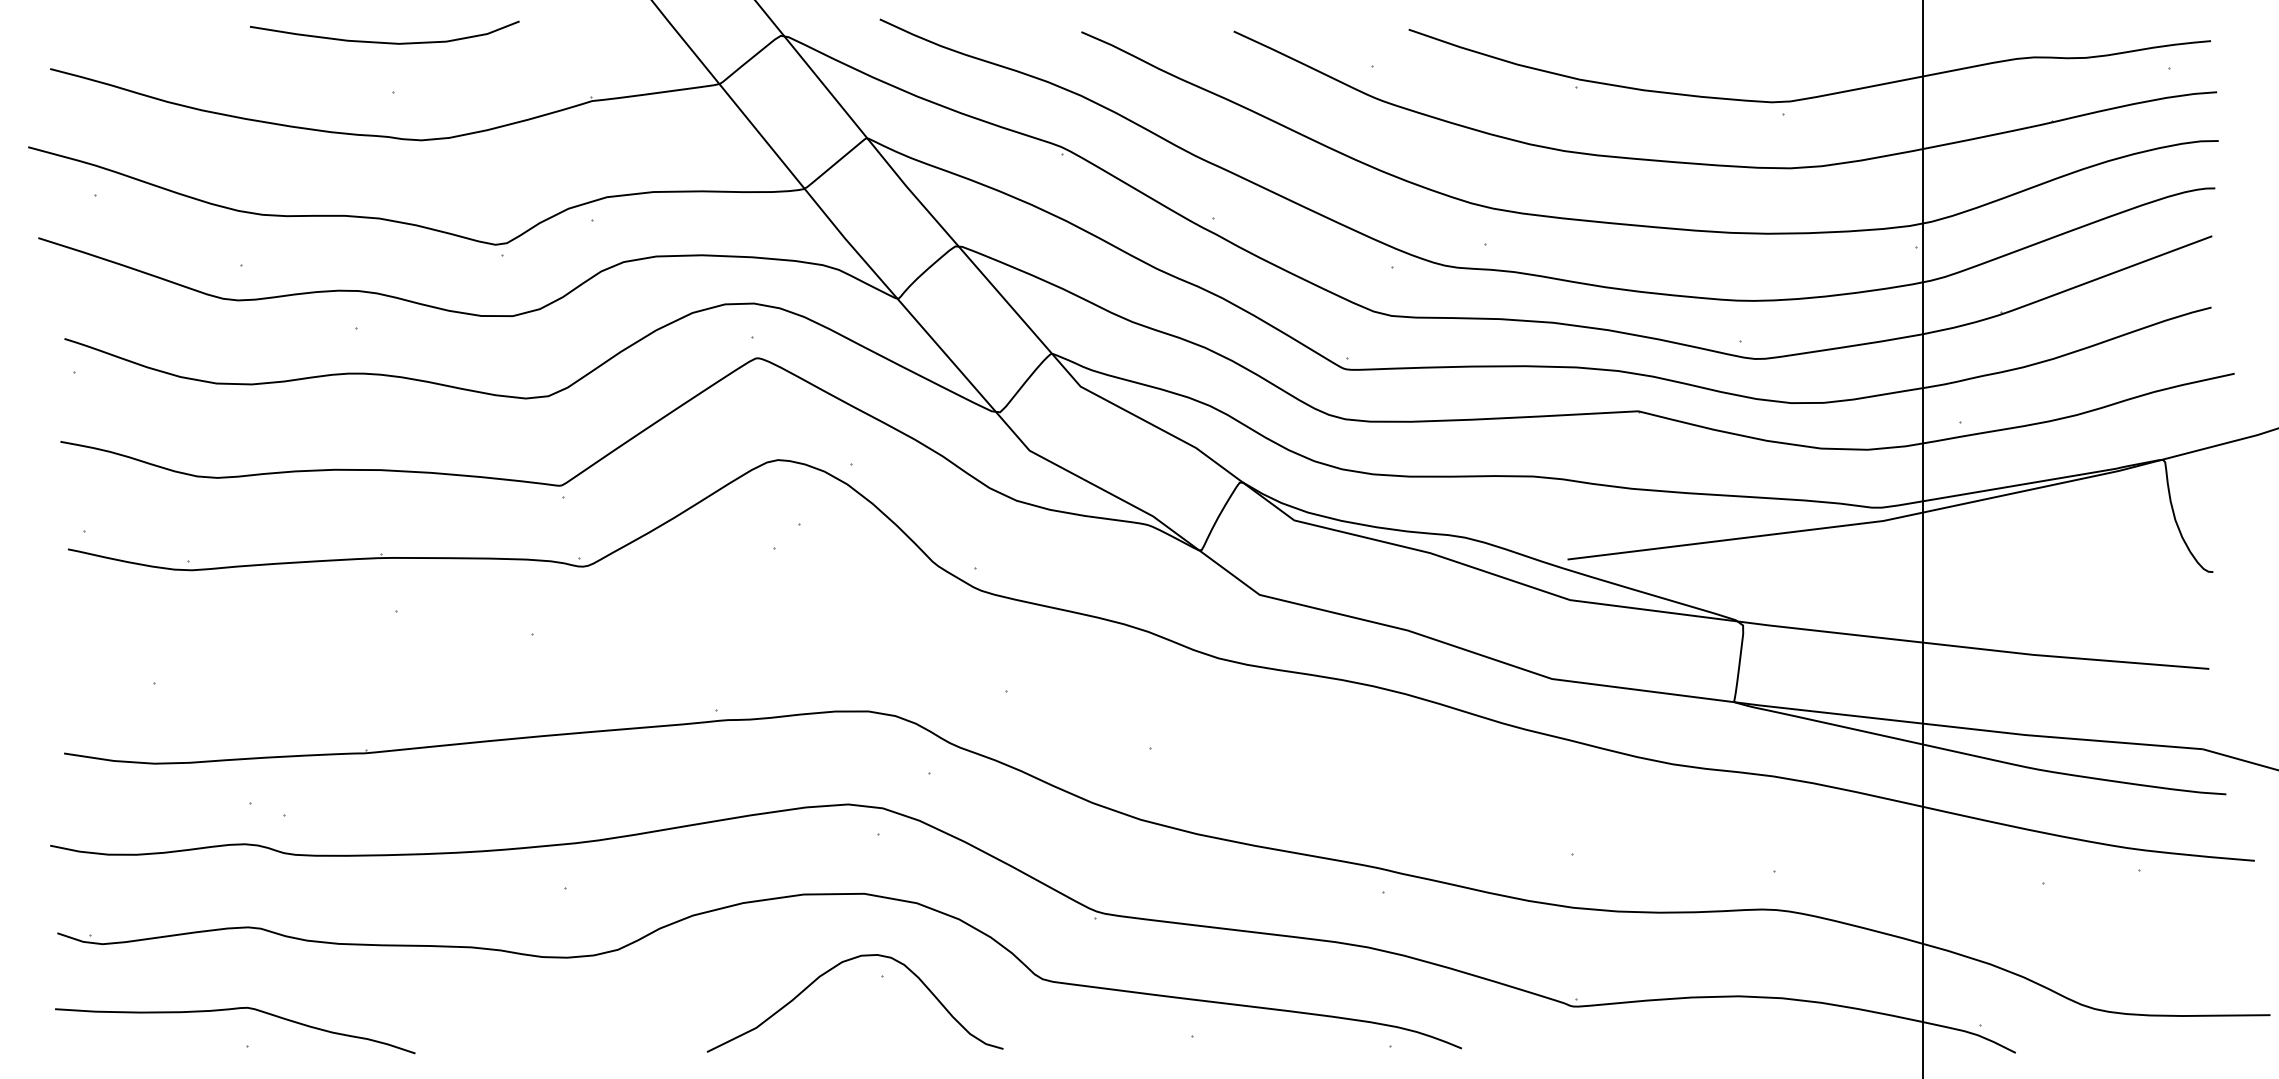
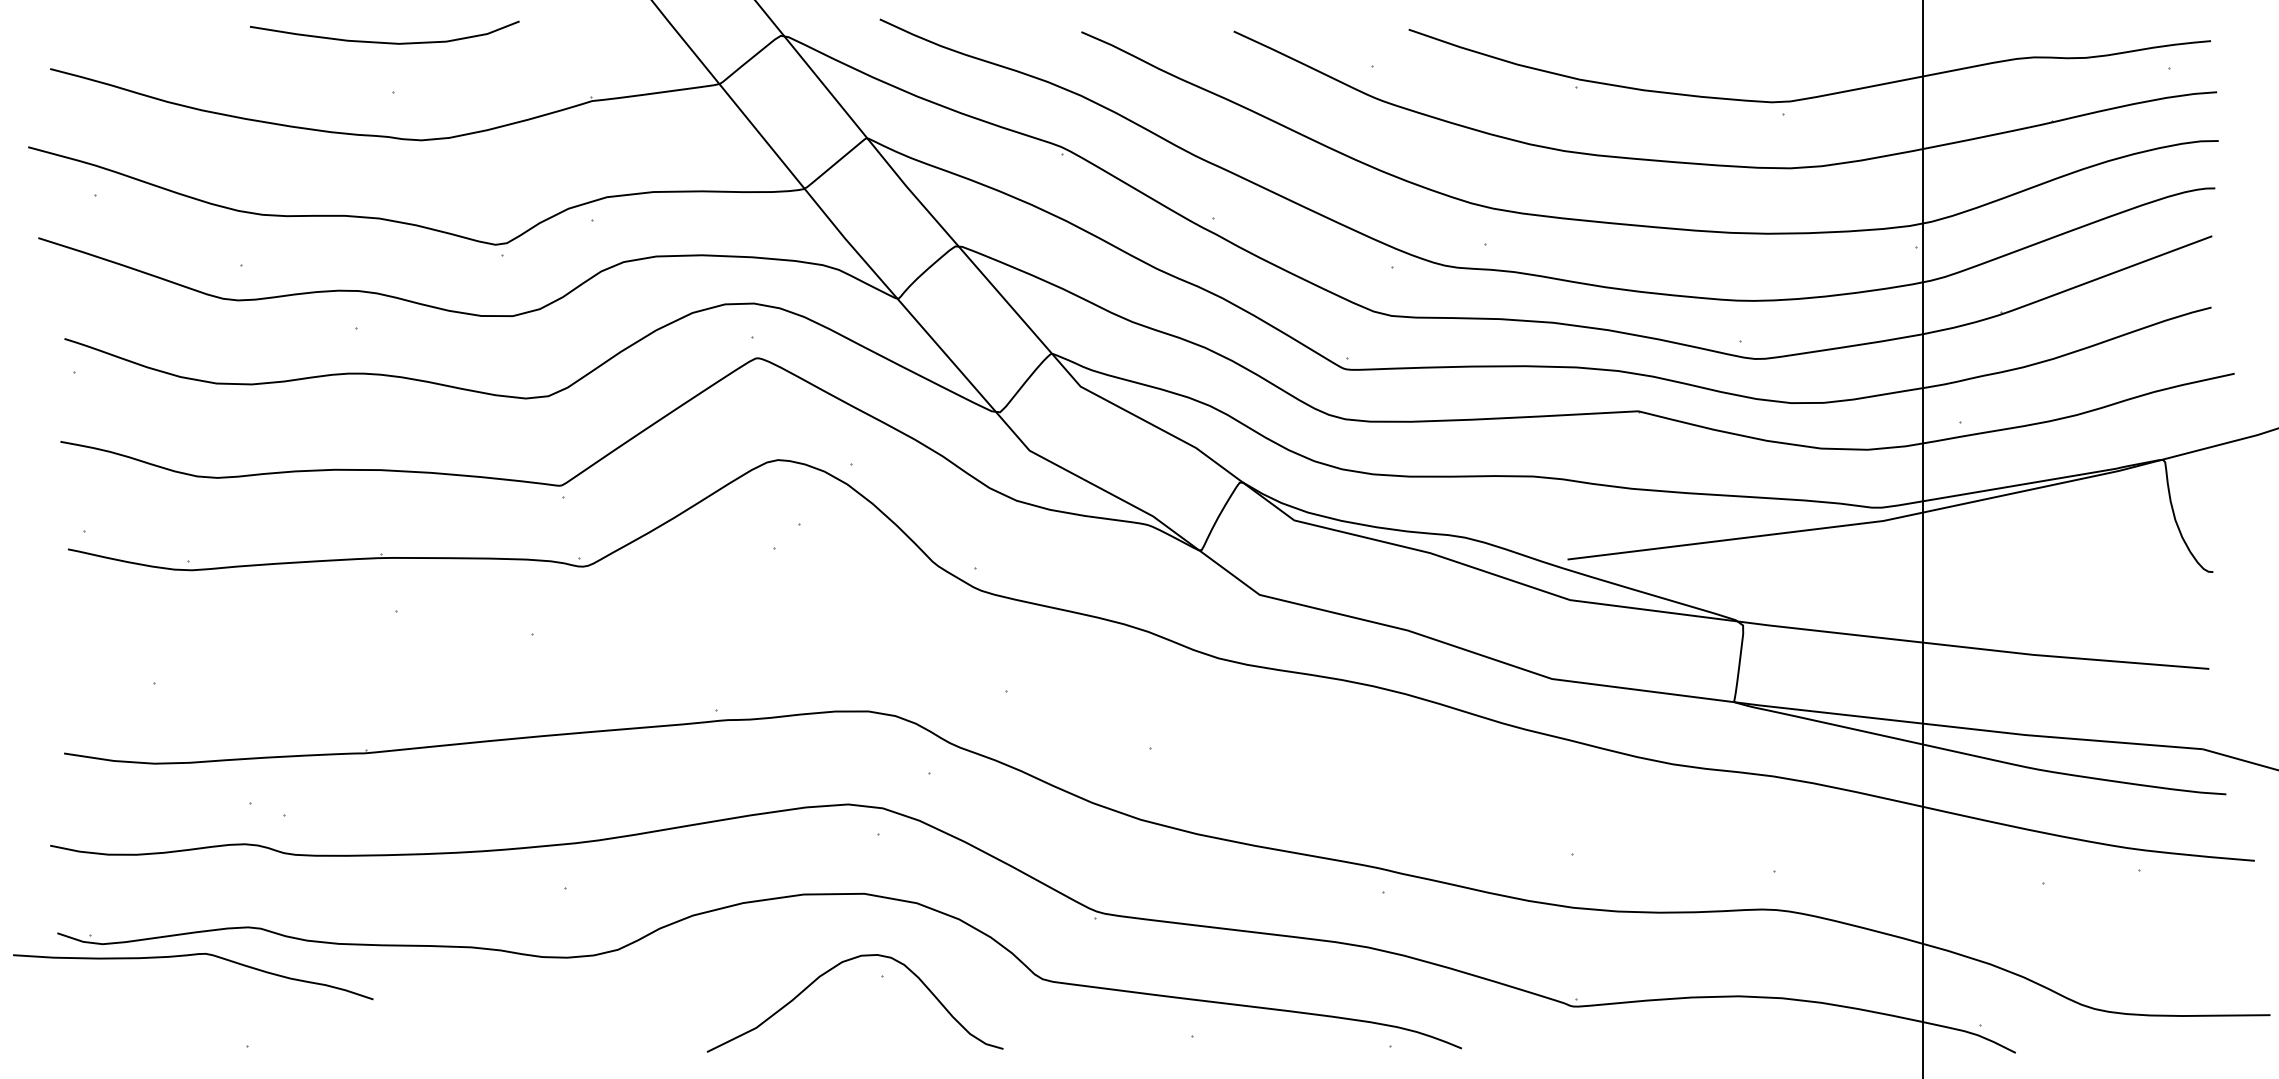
curve at (230, 1010) position: (230, 1010) -> (188, 956)
